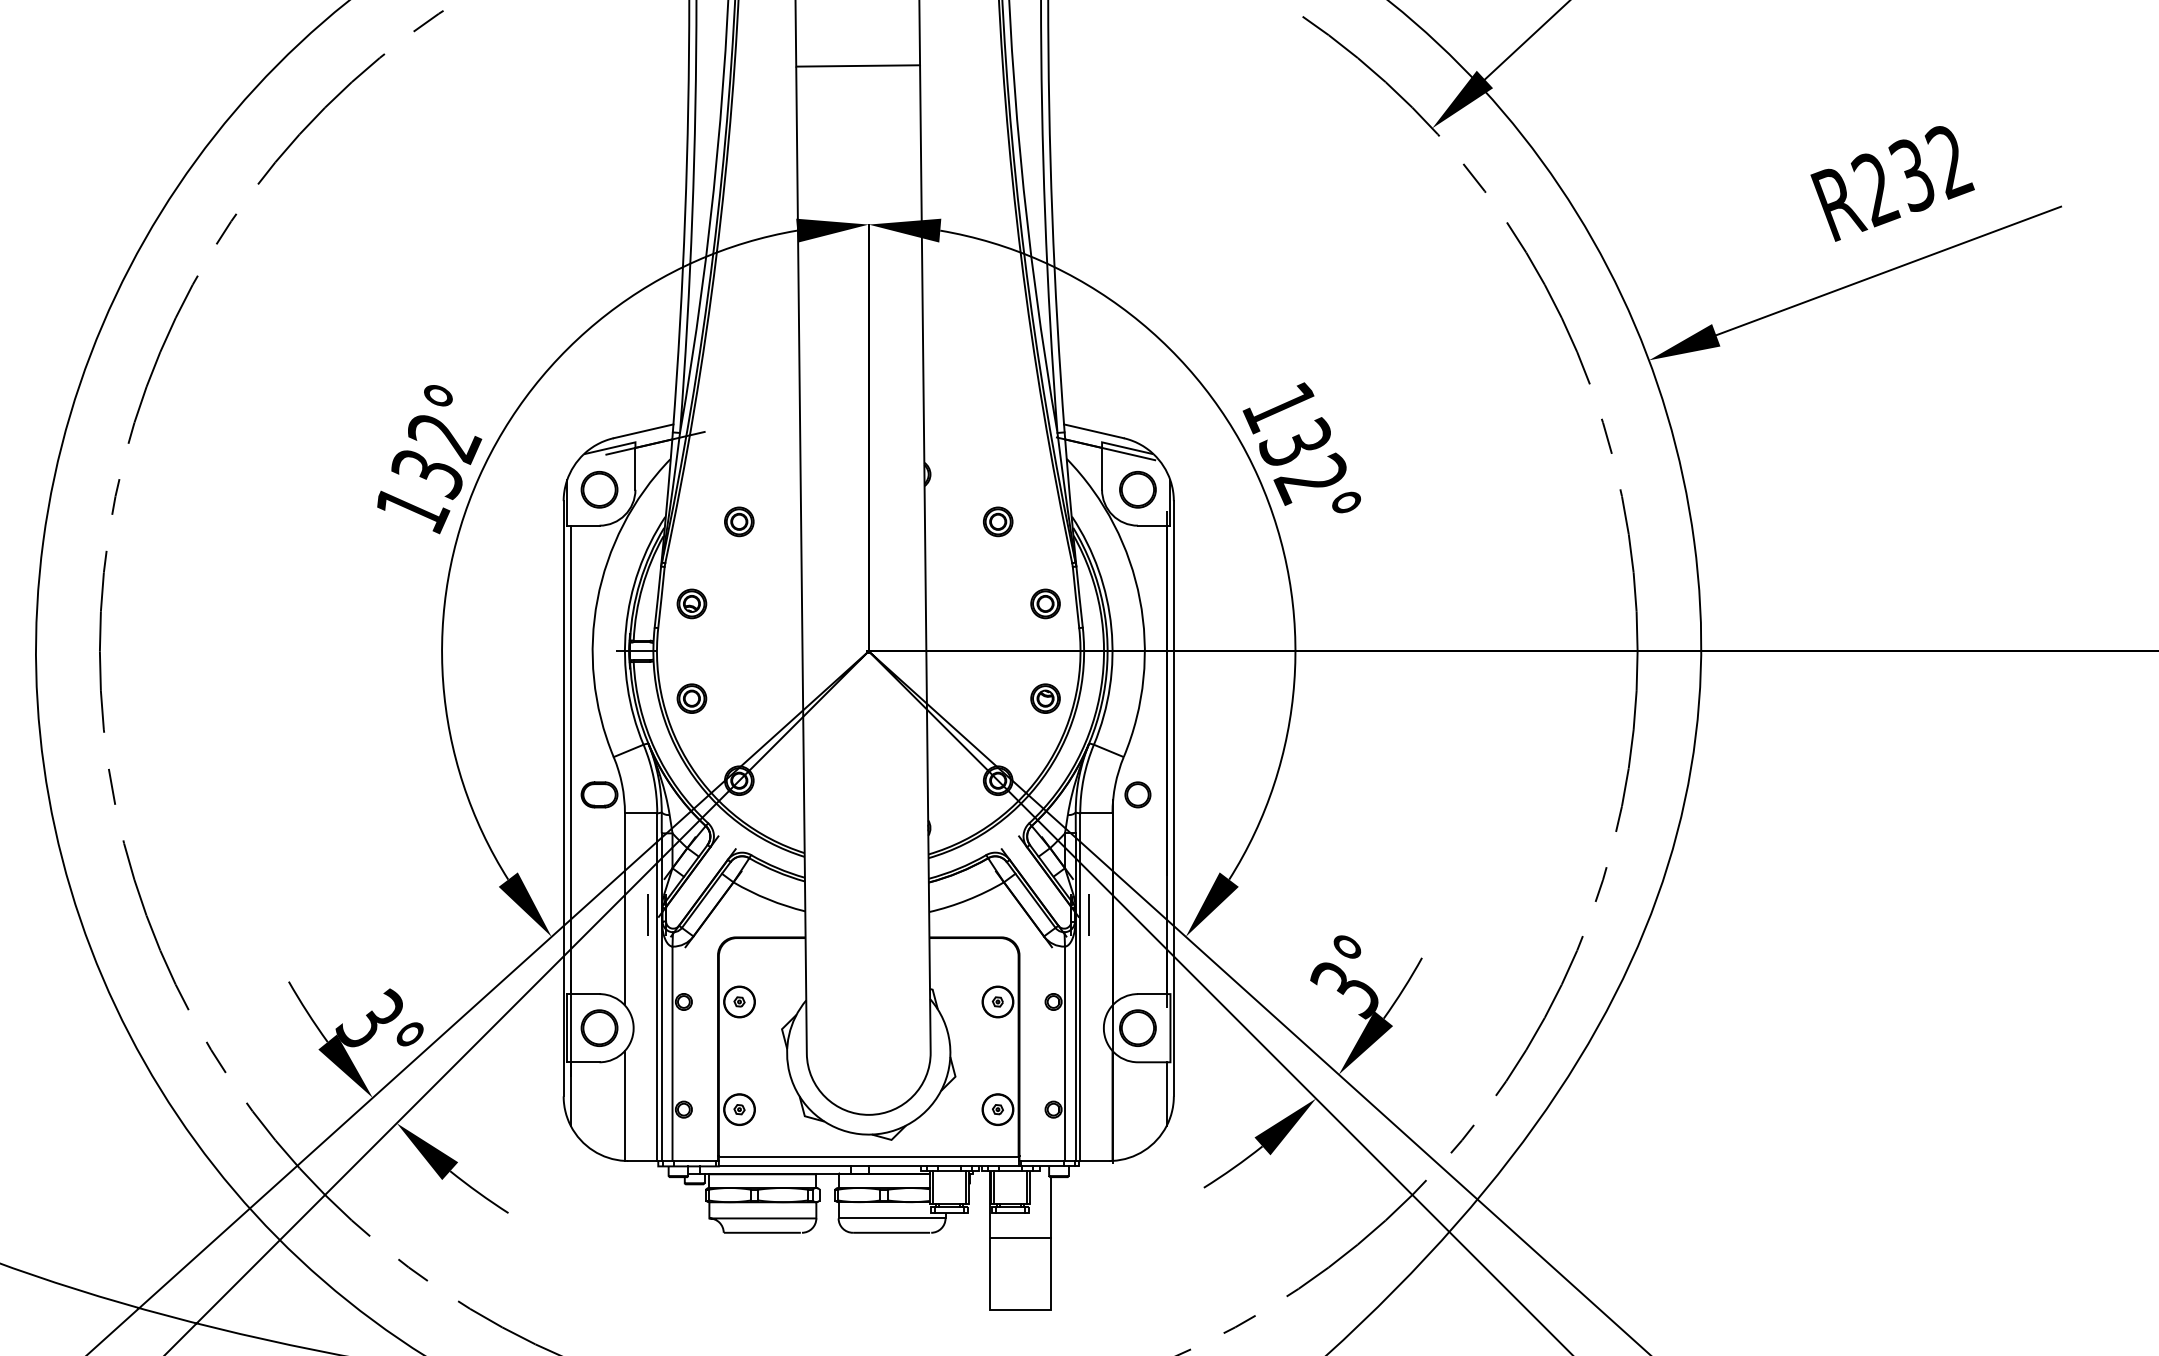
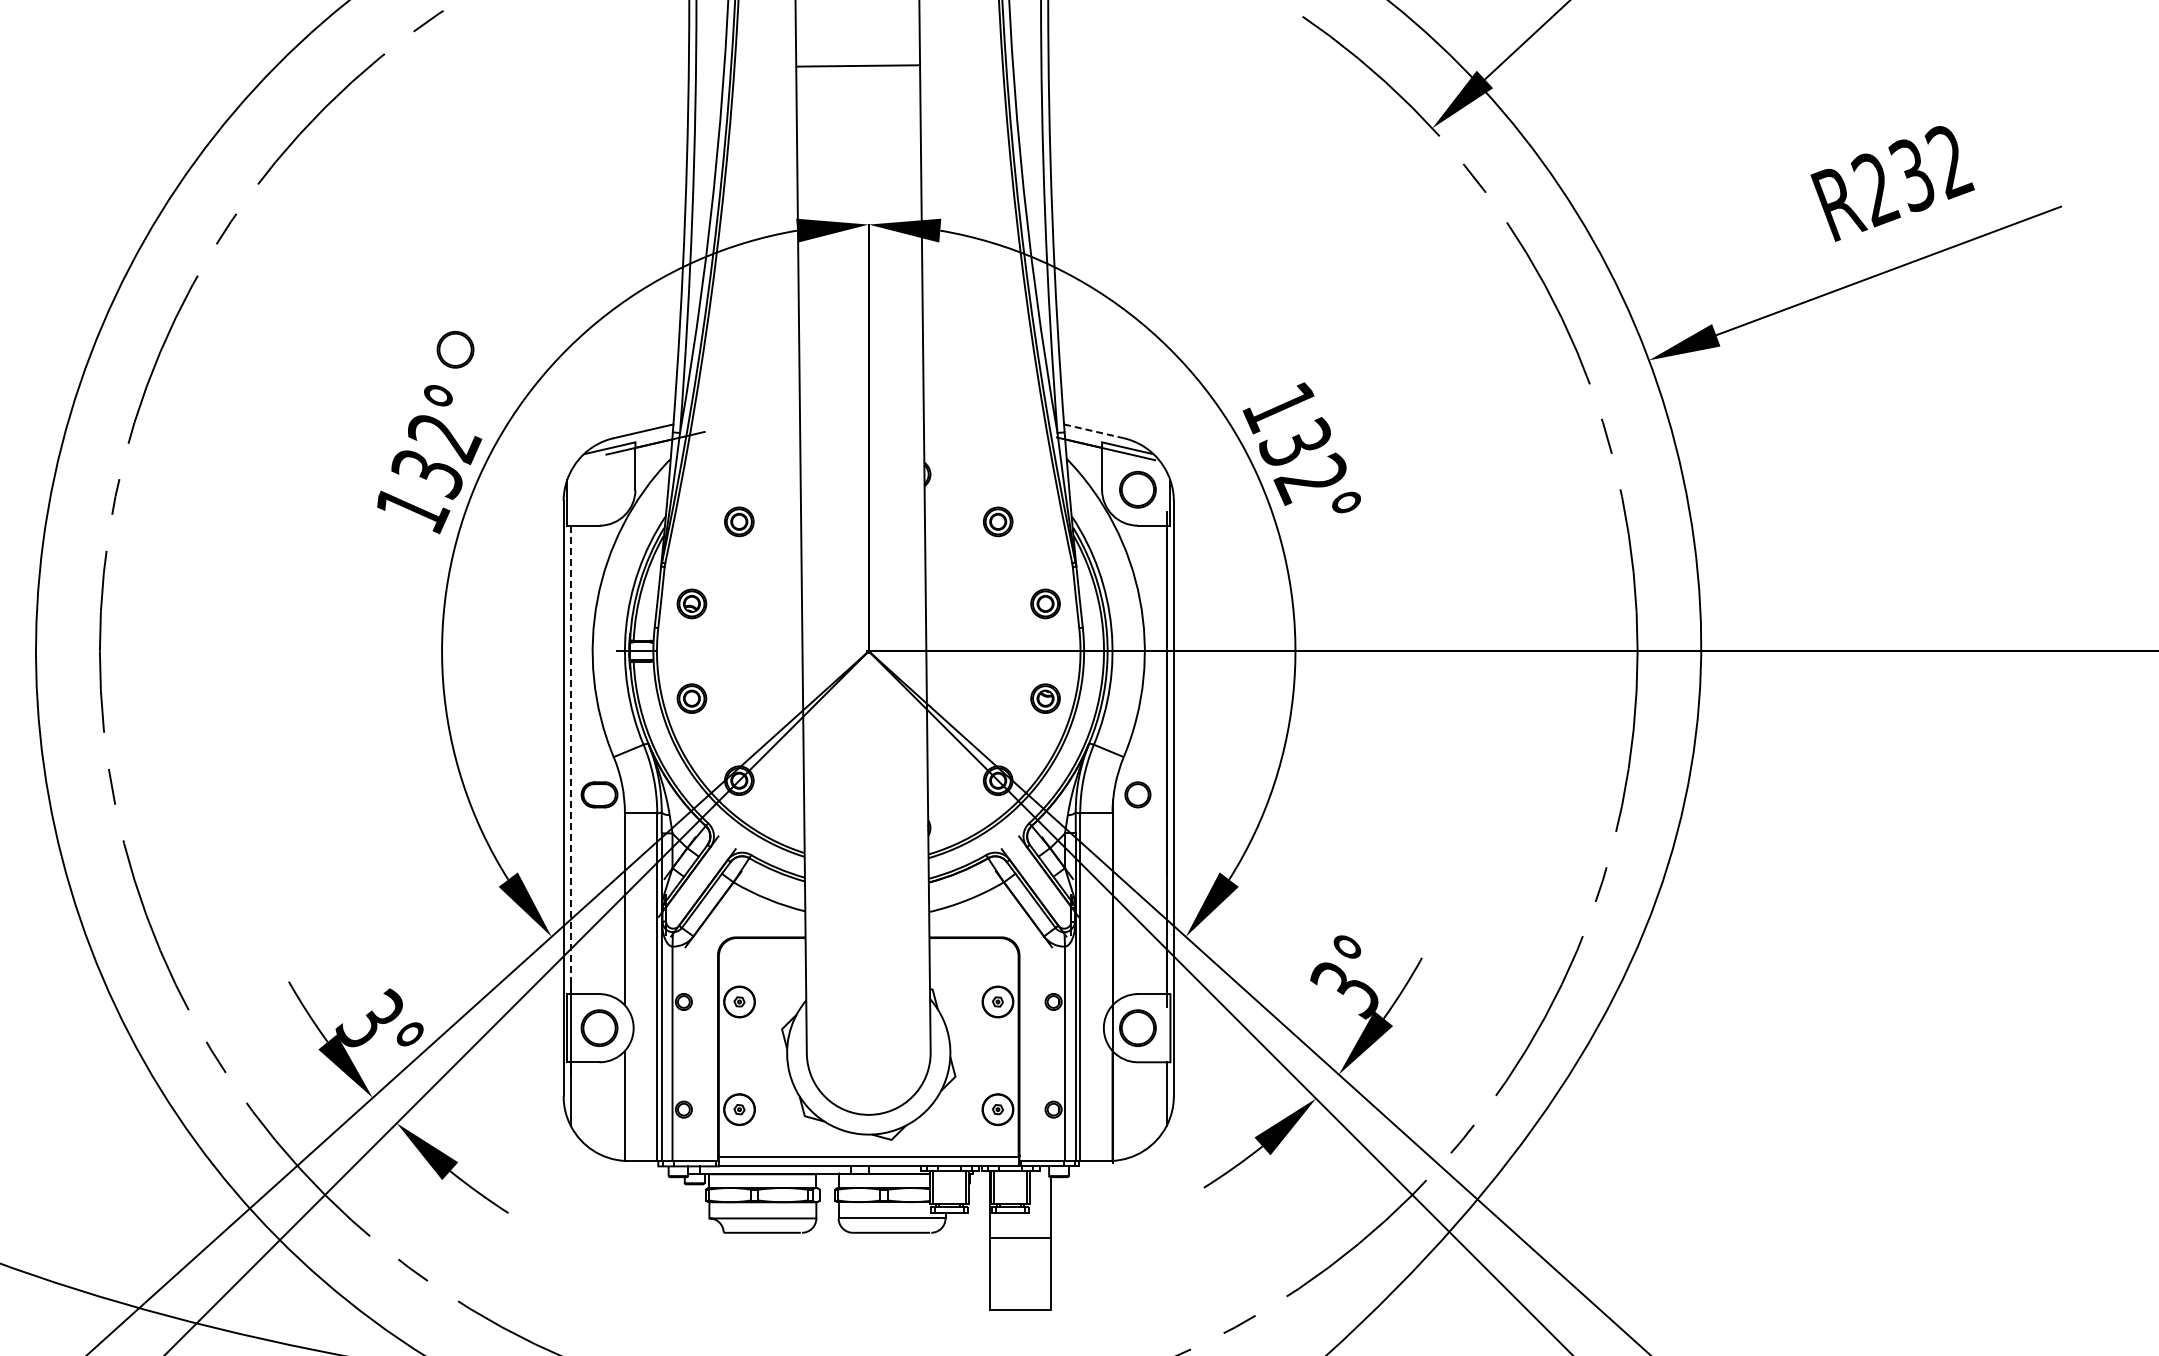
line at (1093, 431): solid -> dashed
part at (599, 489) position: (599, 489) -> (455, 349)
line at (570, 760): solid -> dashed
line at (648, 914): present -> none
line at (1089, 914): present -> none
